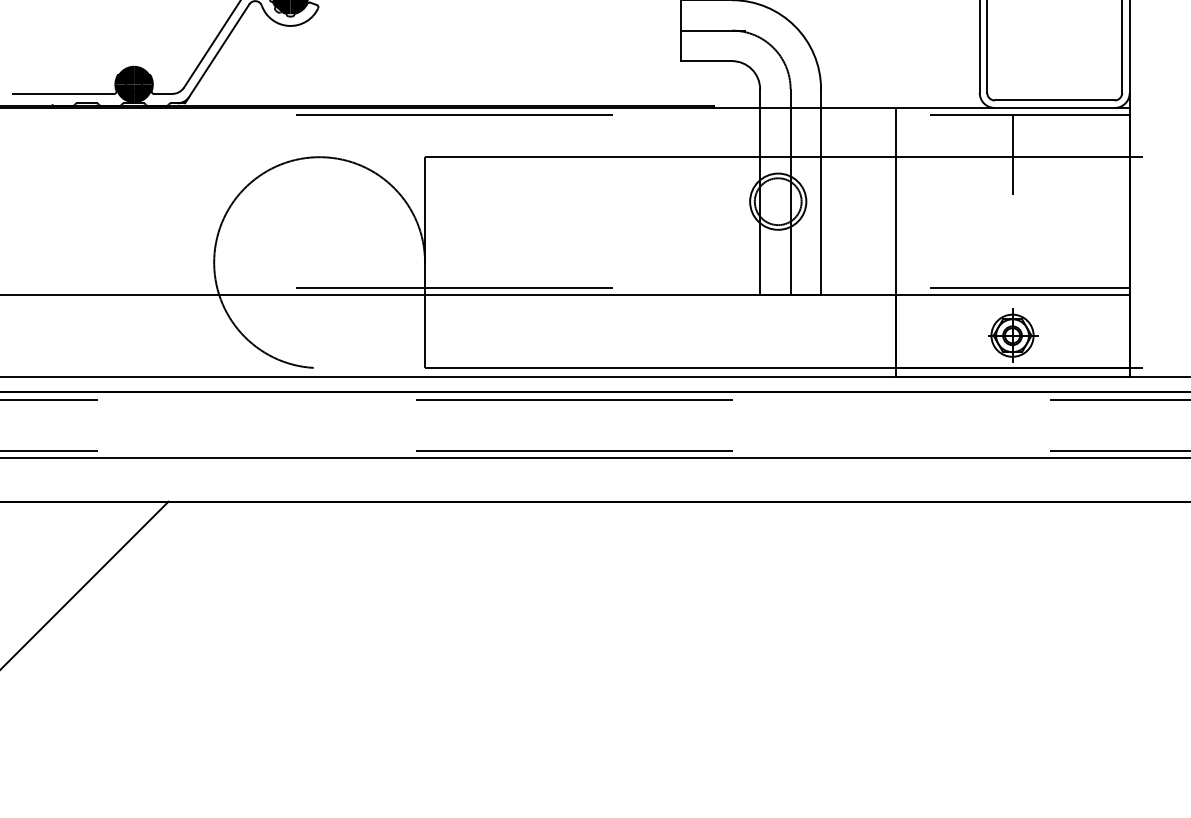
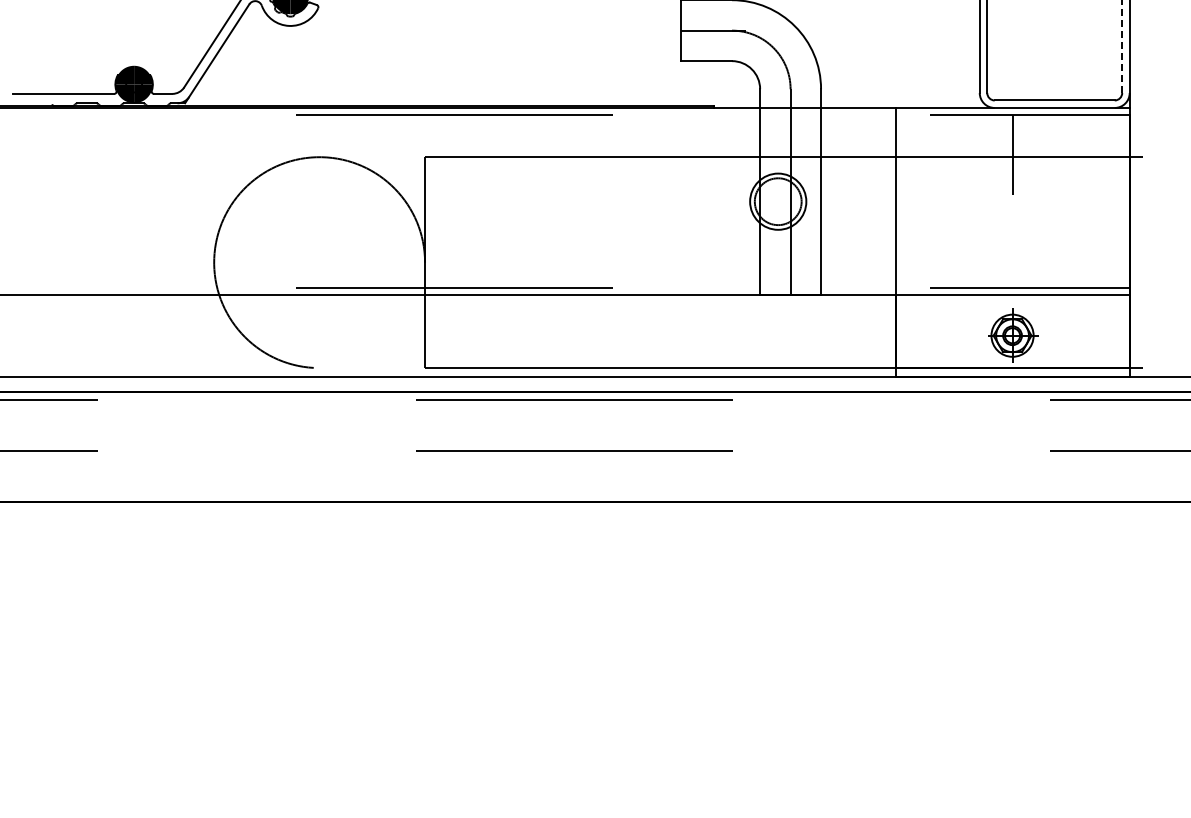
line at (1122, 46): solid -> dashed
line at (594, 458): present -> none
line at (85, 584): present -> none
